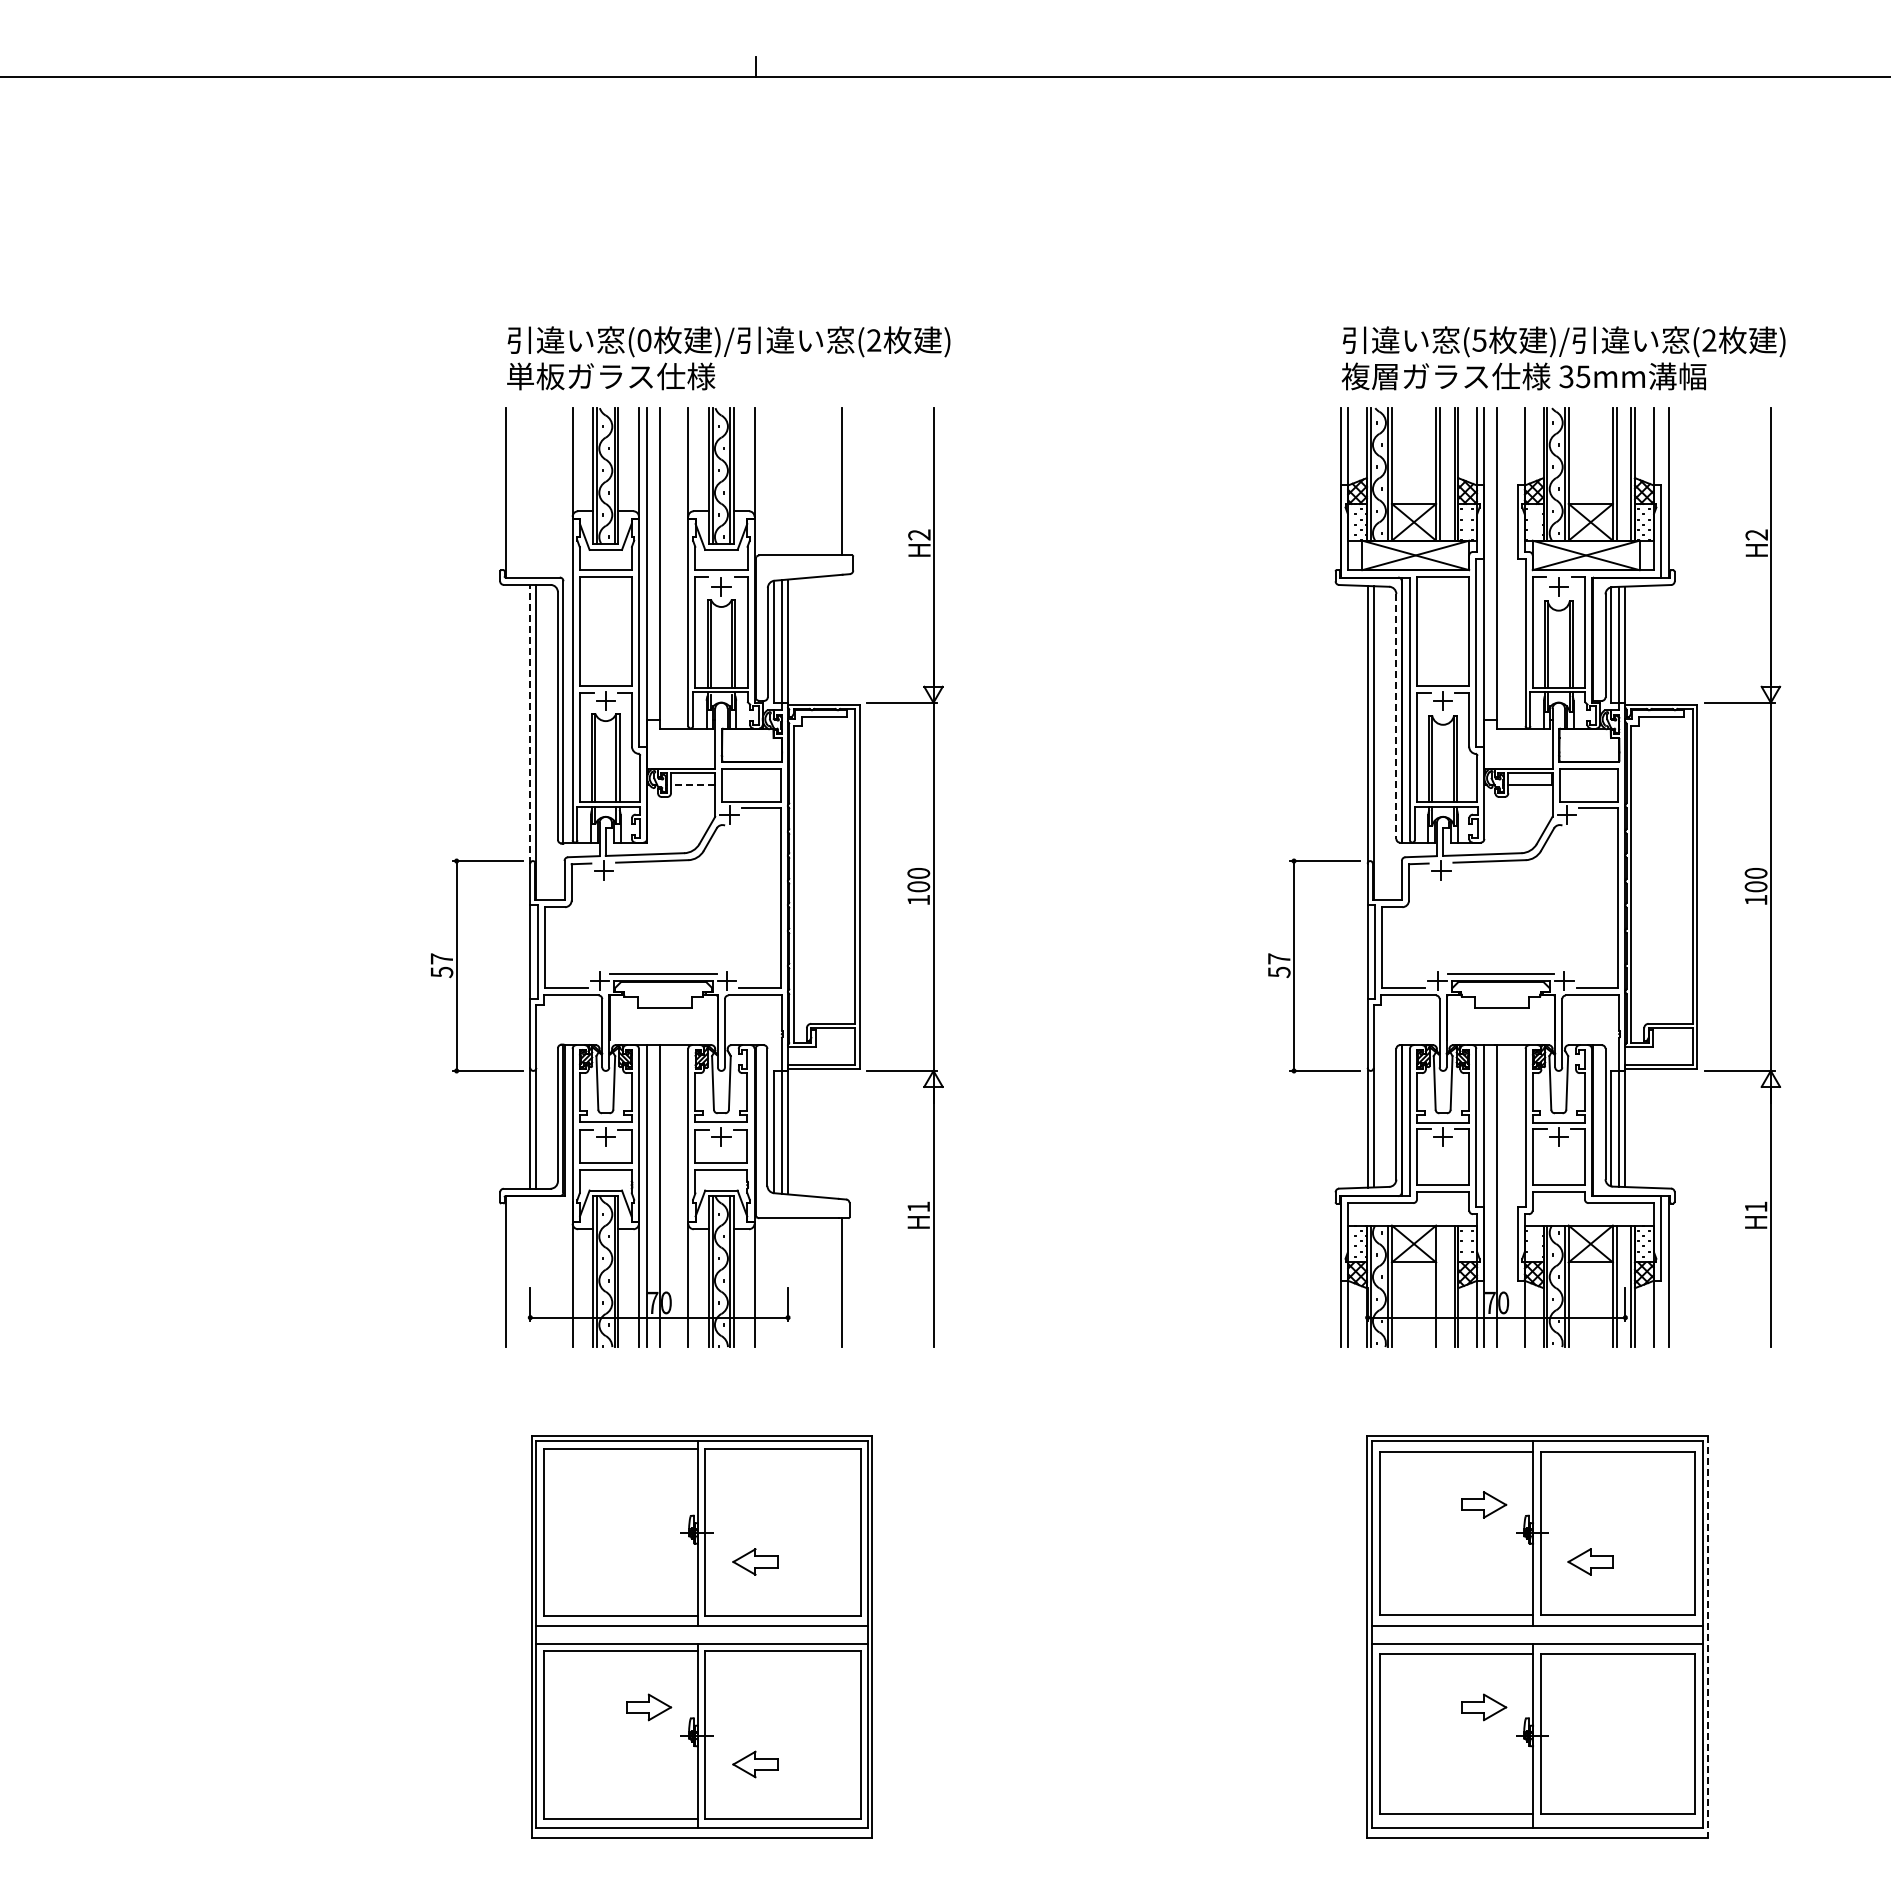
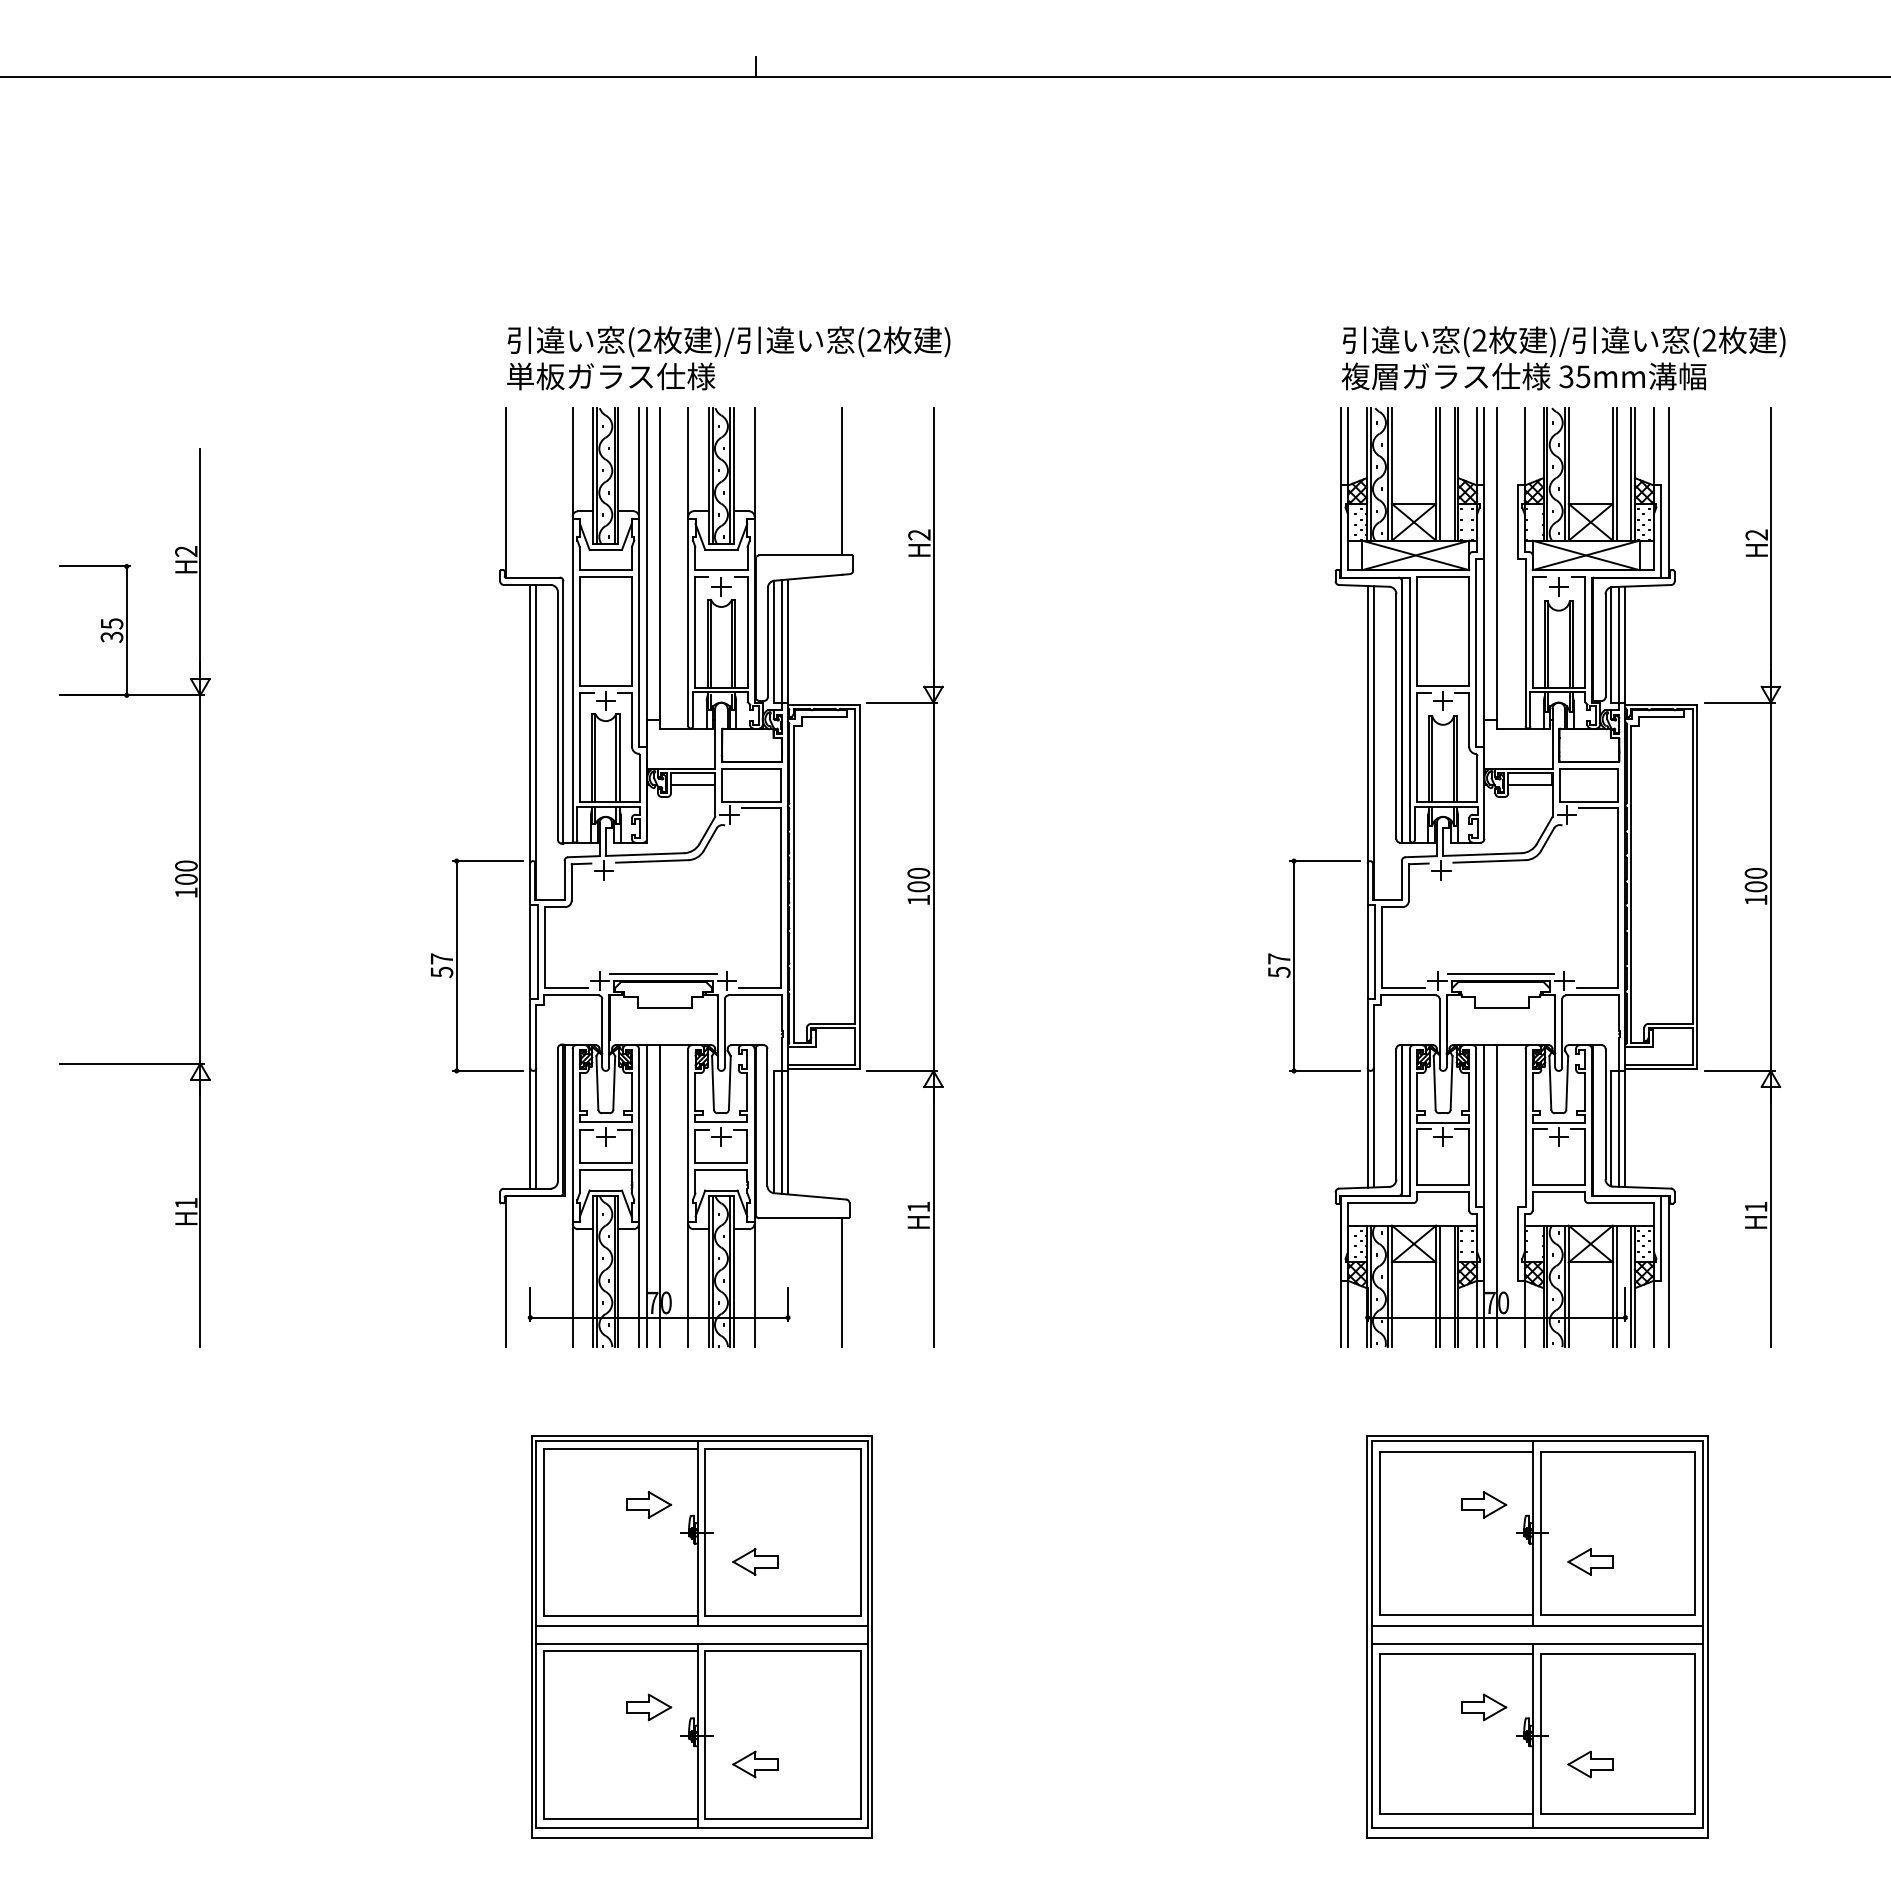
text at (644, 340): (0 -> (2
text at (1479, 340): (5 -> (2
line at (1396, 717): dashed -> solid
line at (530, 723): dashed -> solid
line at (692, 784): dashed -> solid
part at (175, 893): none -> present
line at (1439, 1286): none -> present
part at (649, 1504): none -> present
line at (1707, 1637): dashed -> solid
part at (1590, 1764): none -> present
